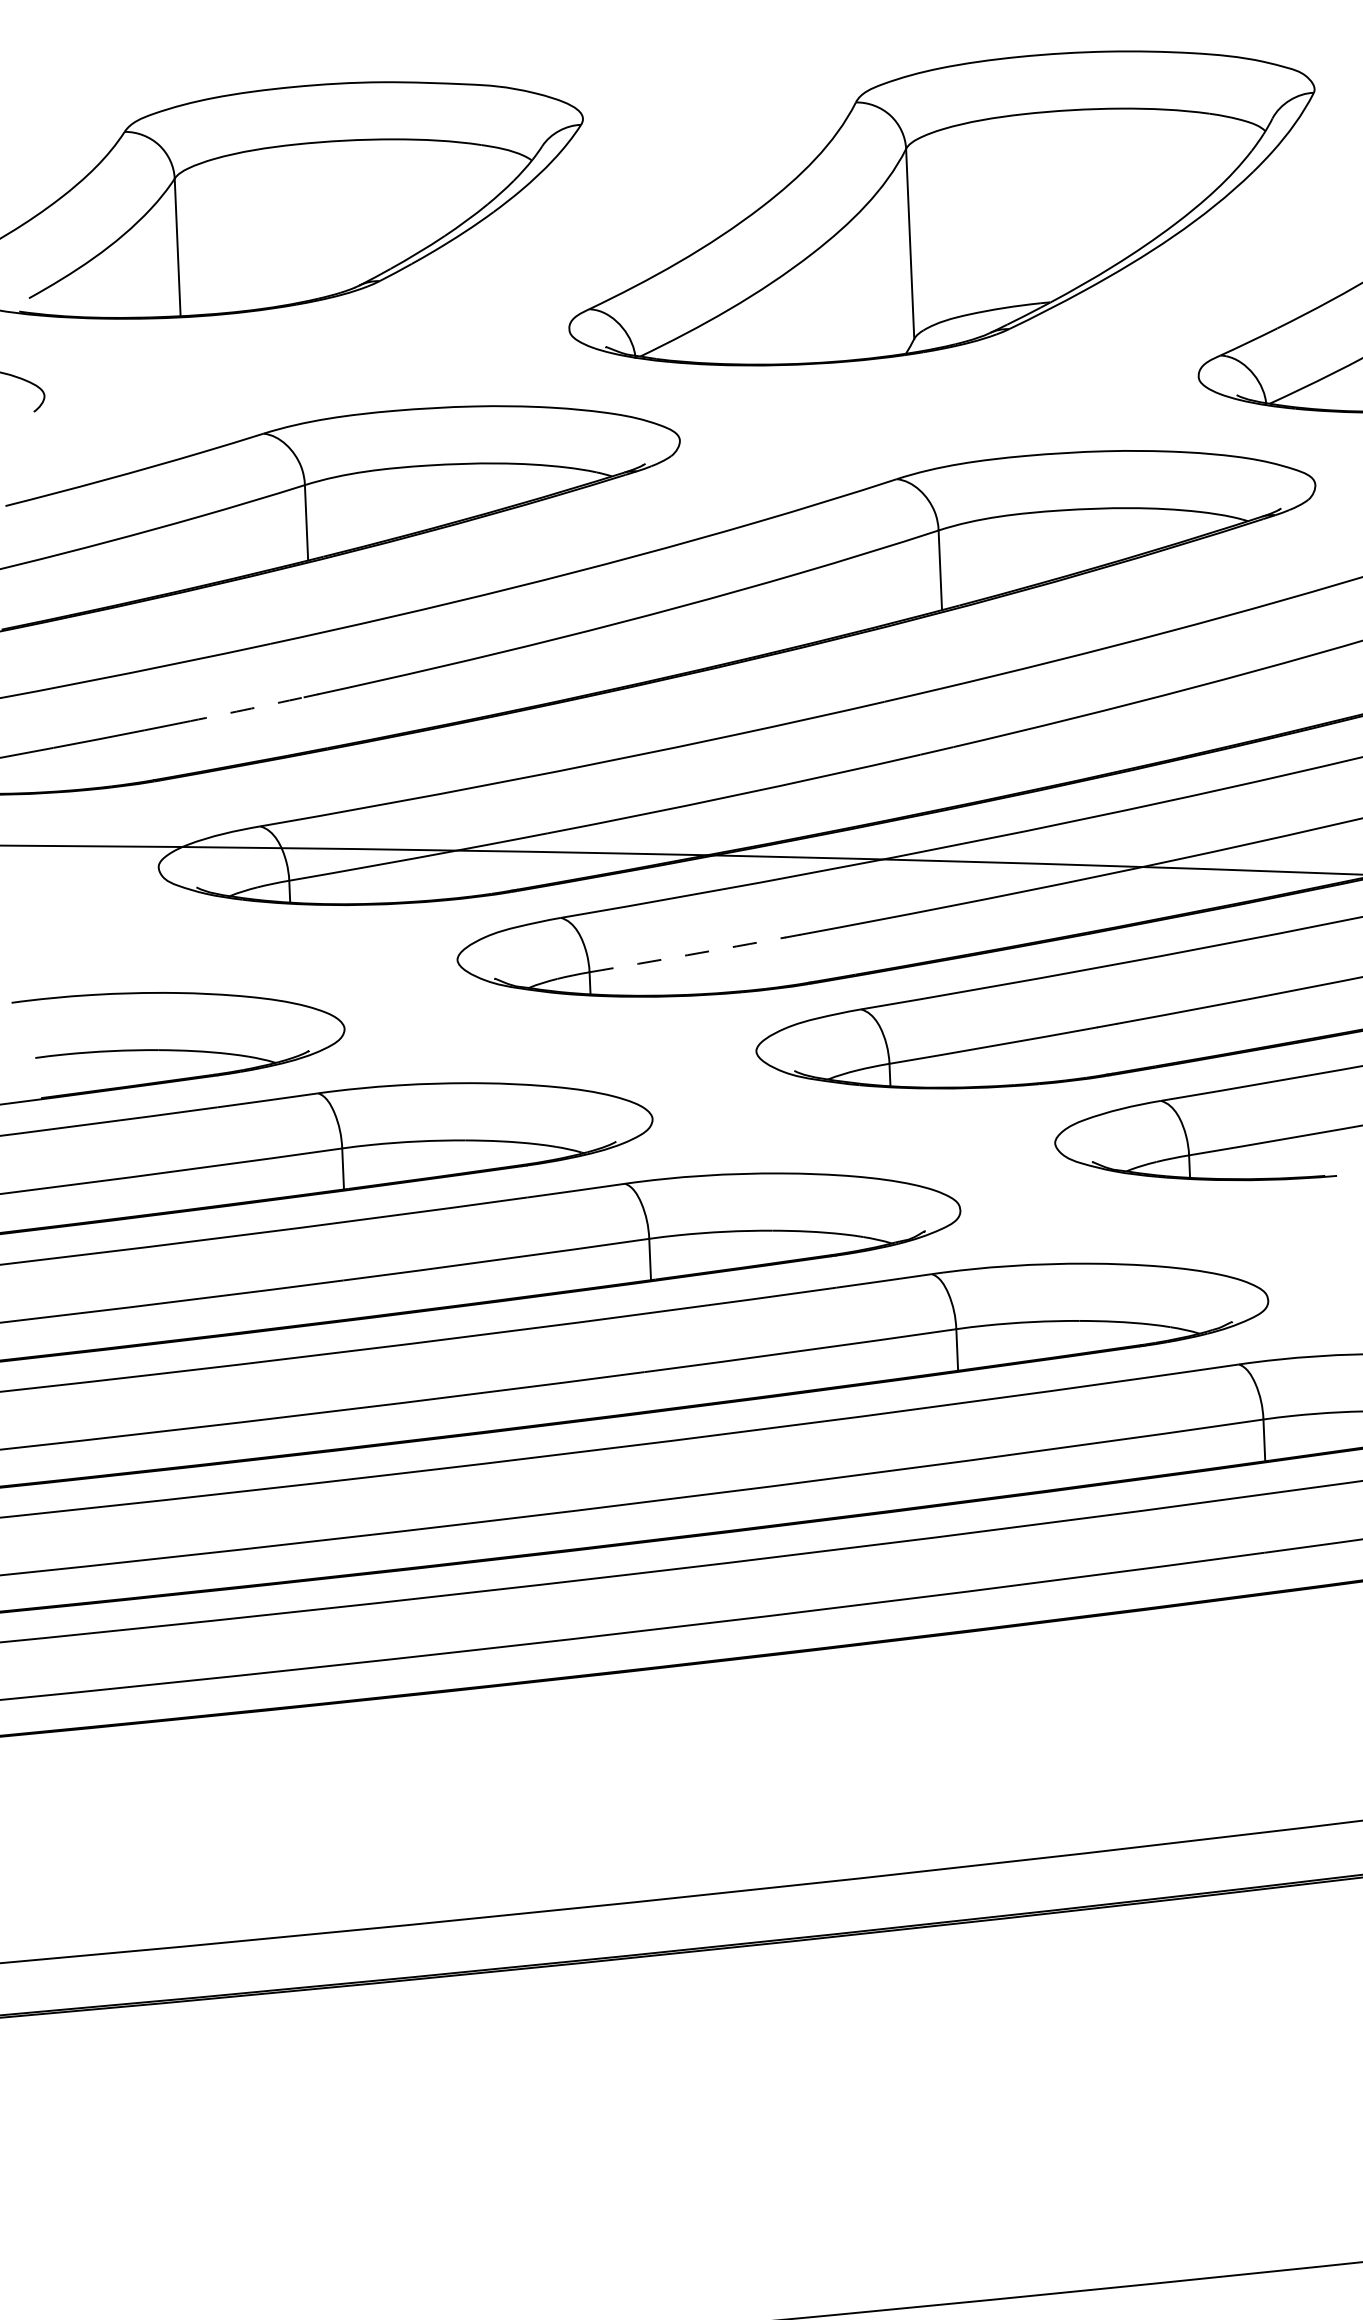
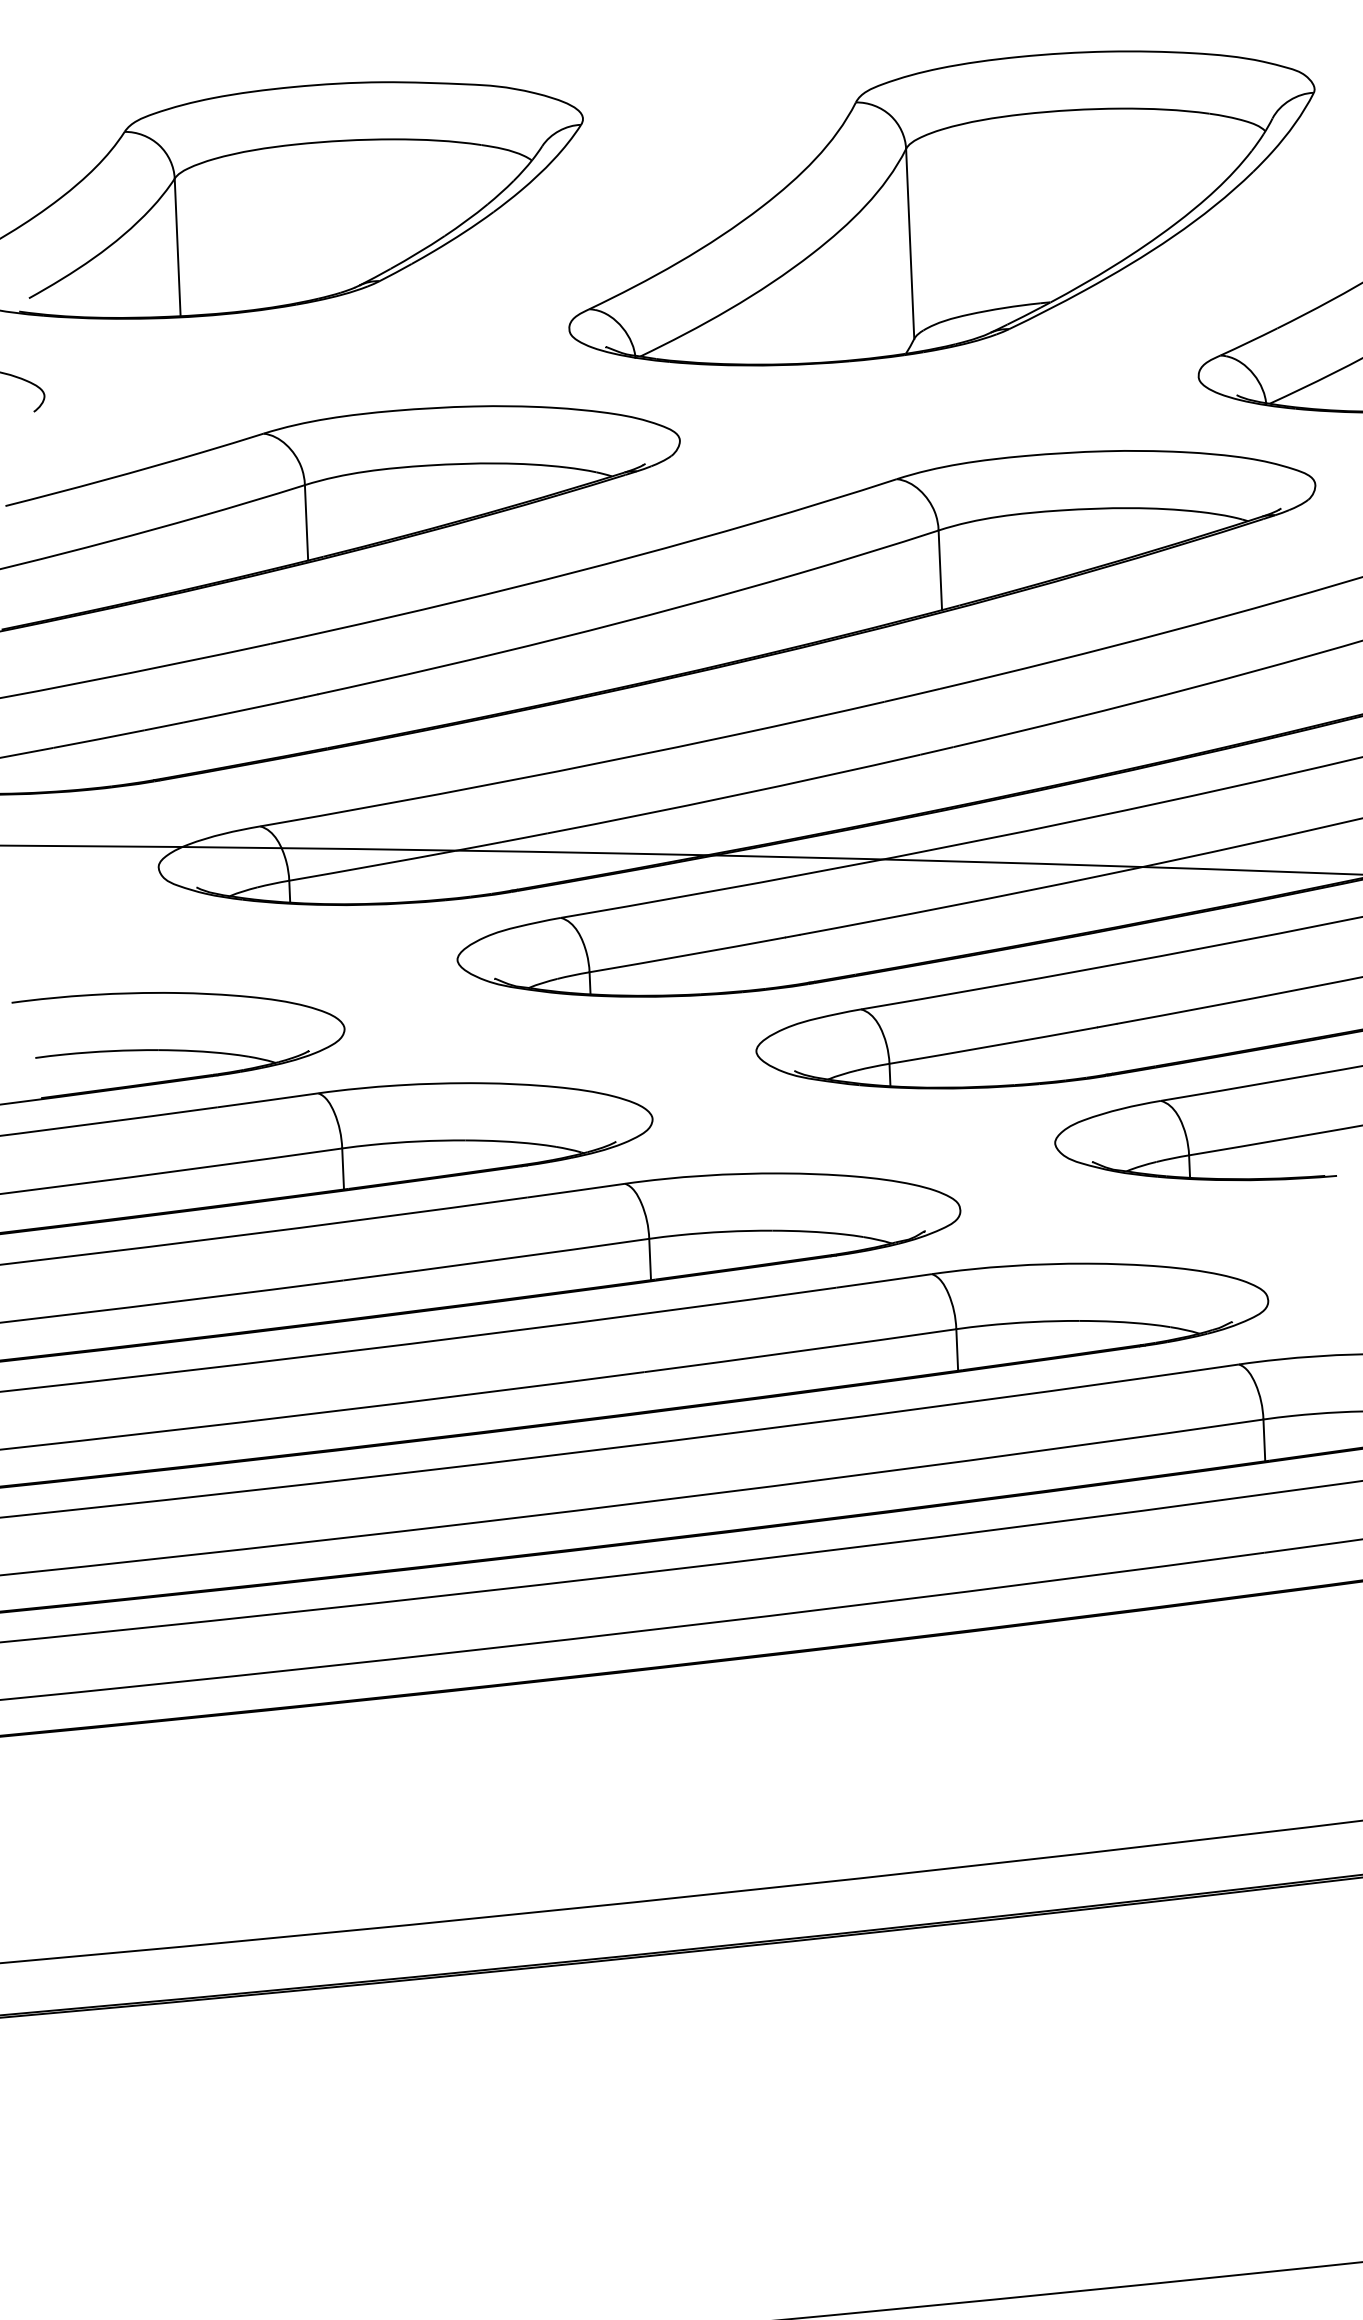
arc at (243, 710): dashed -> solid
arc at (687, 955): dashed -> solid
